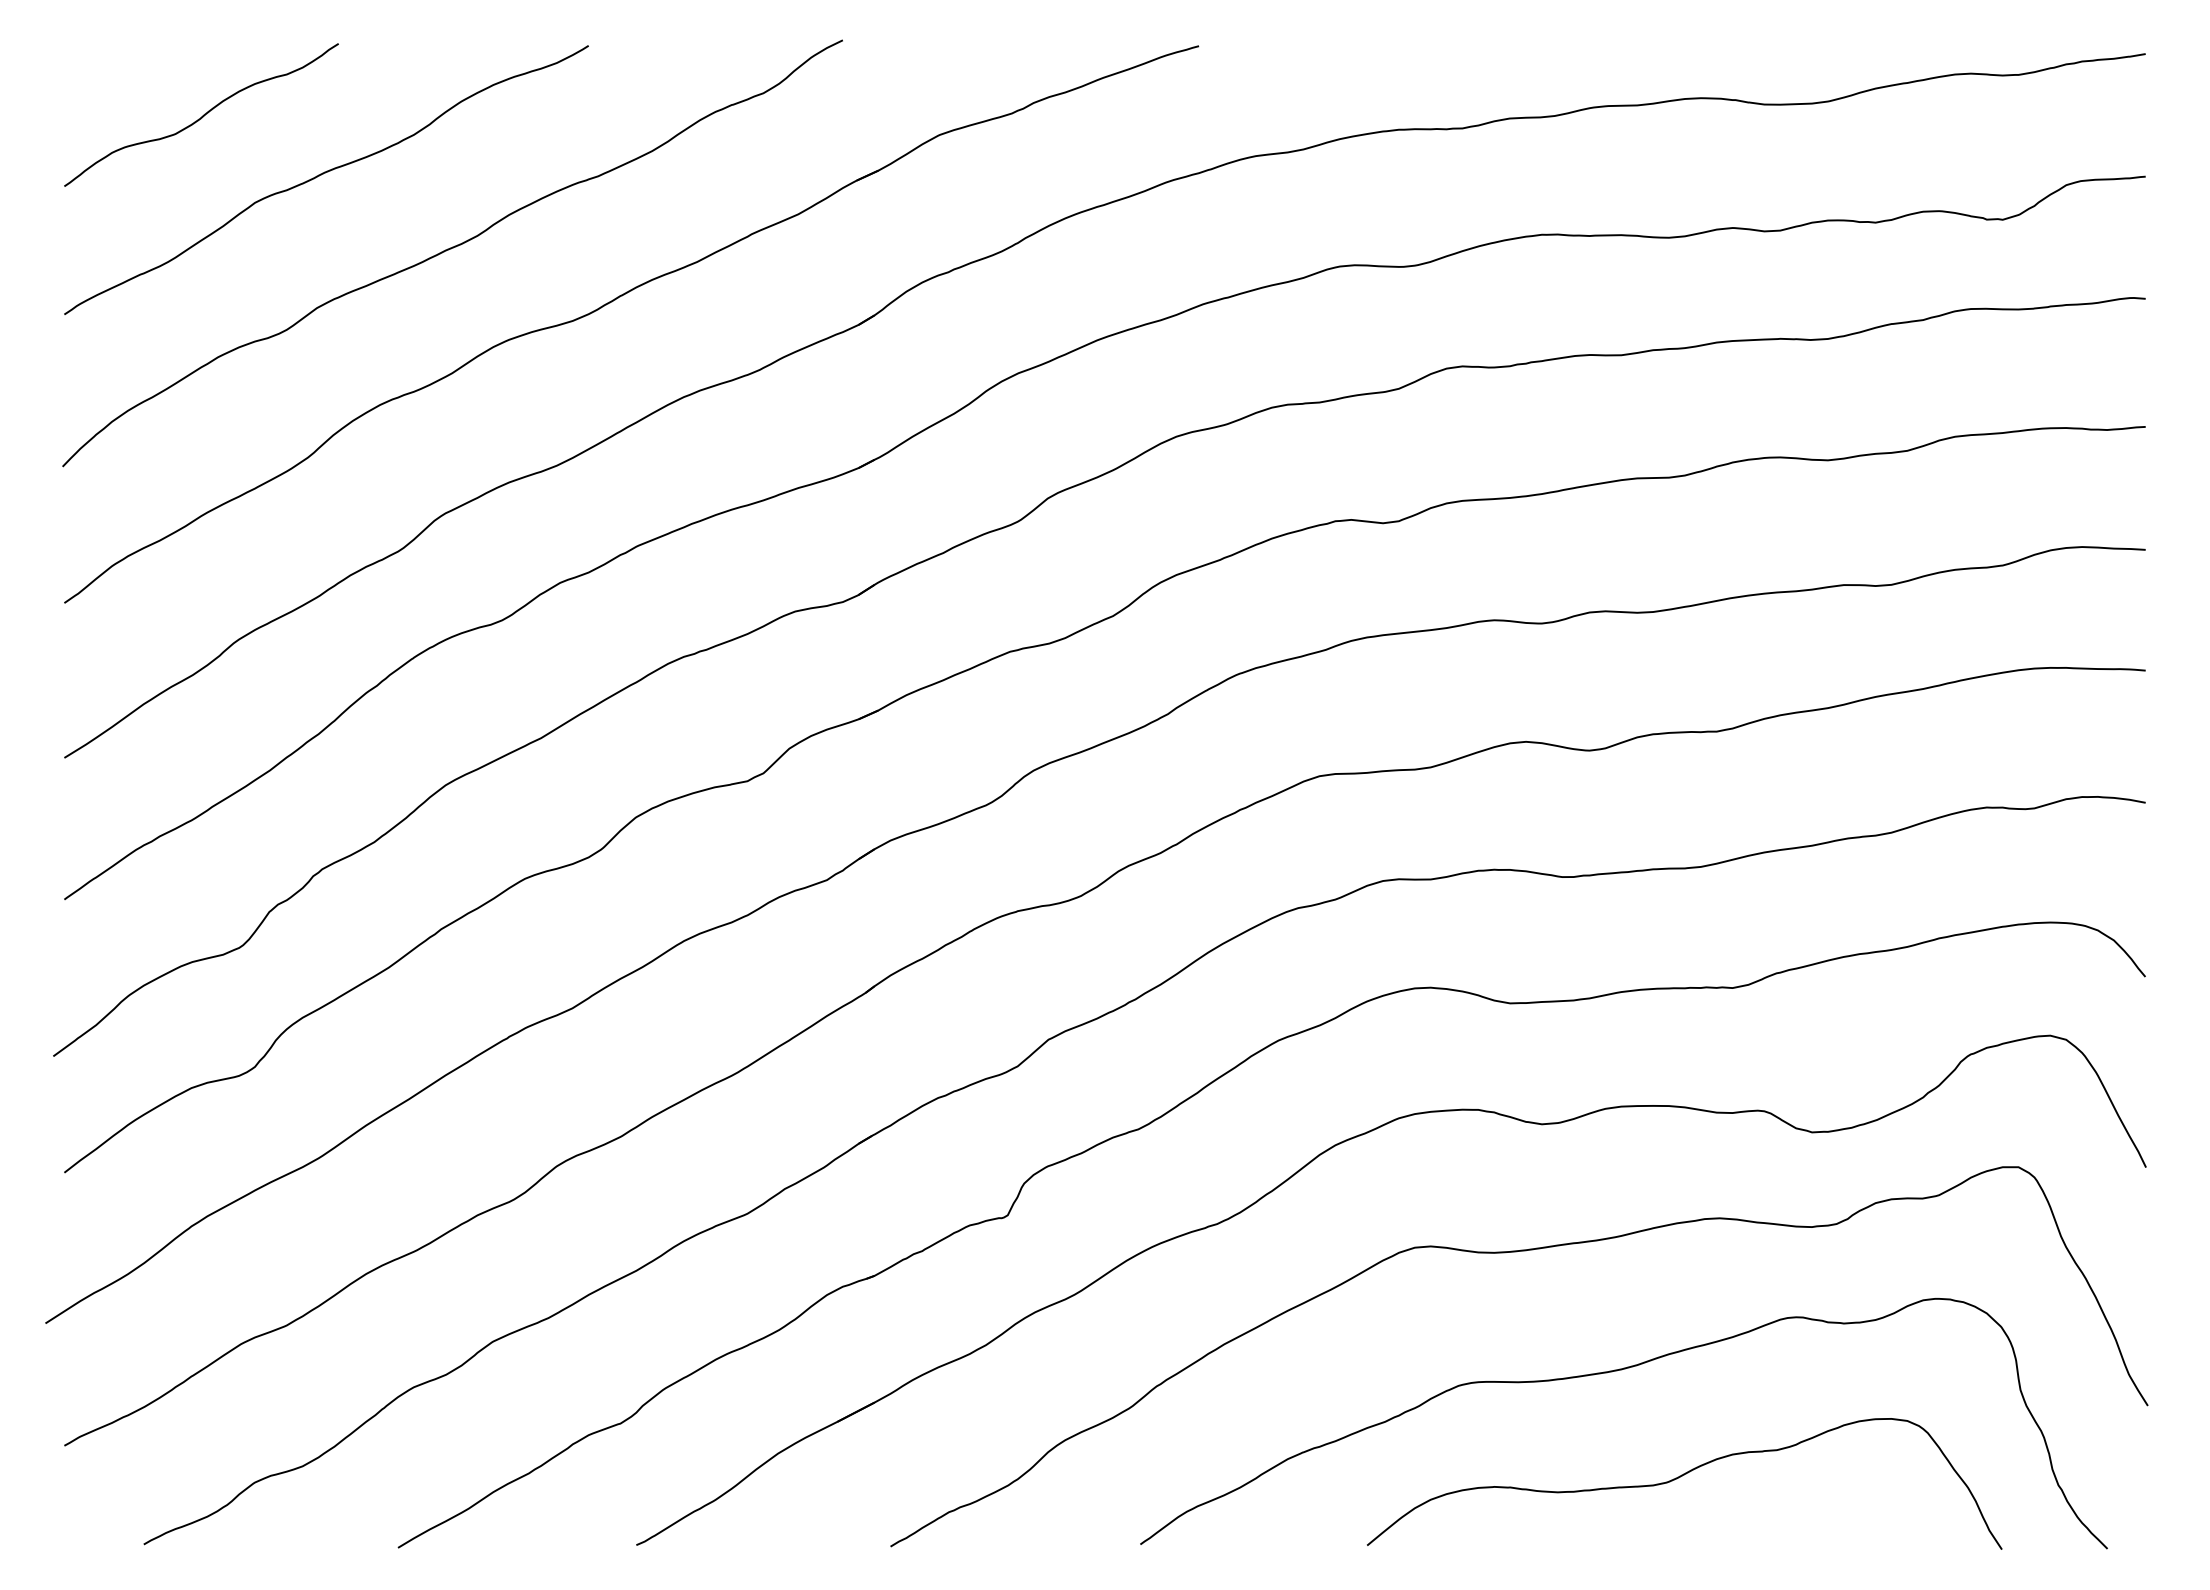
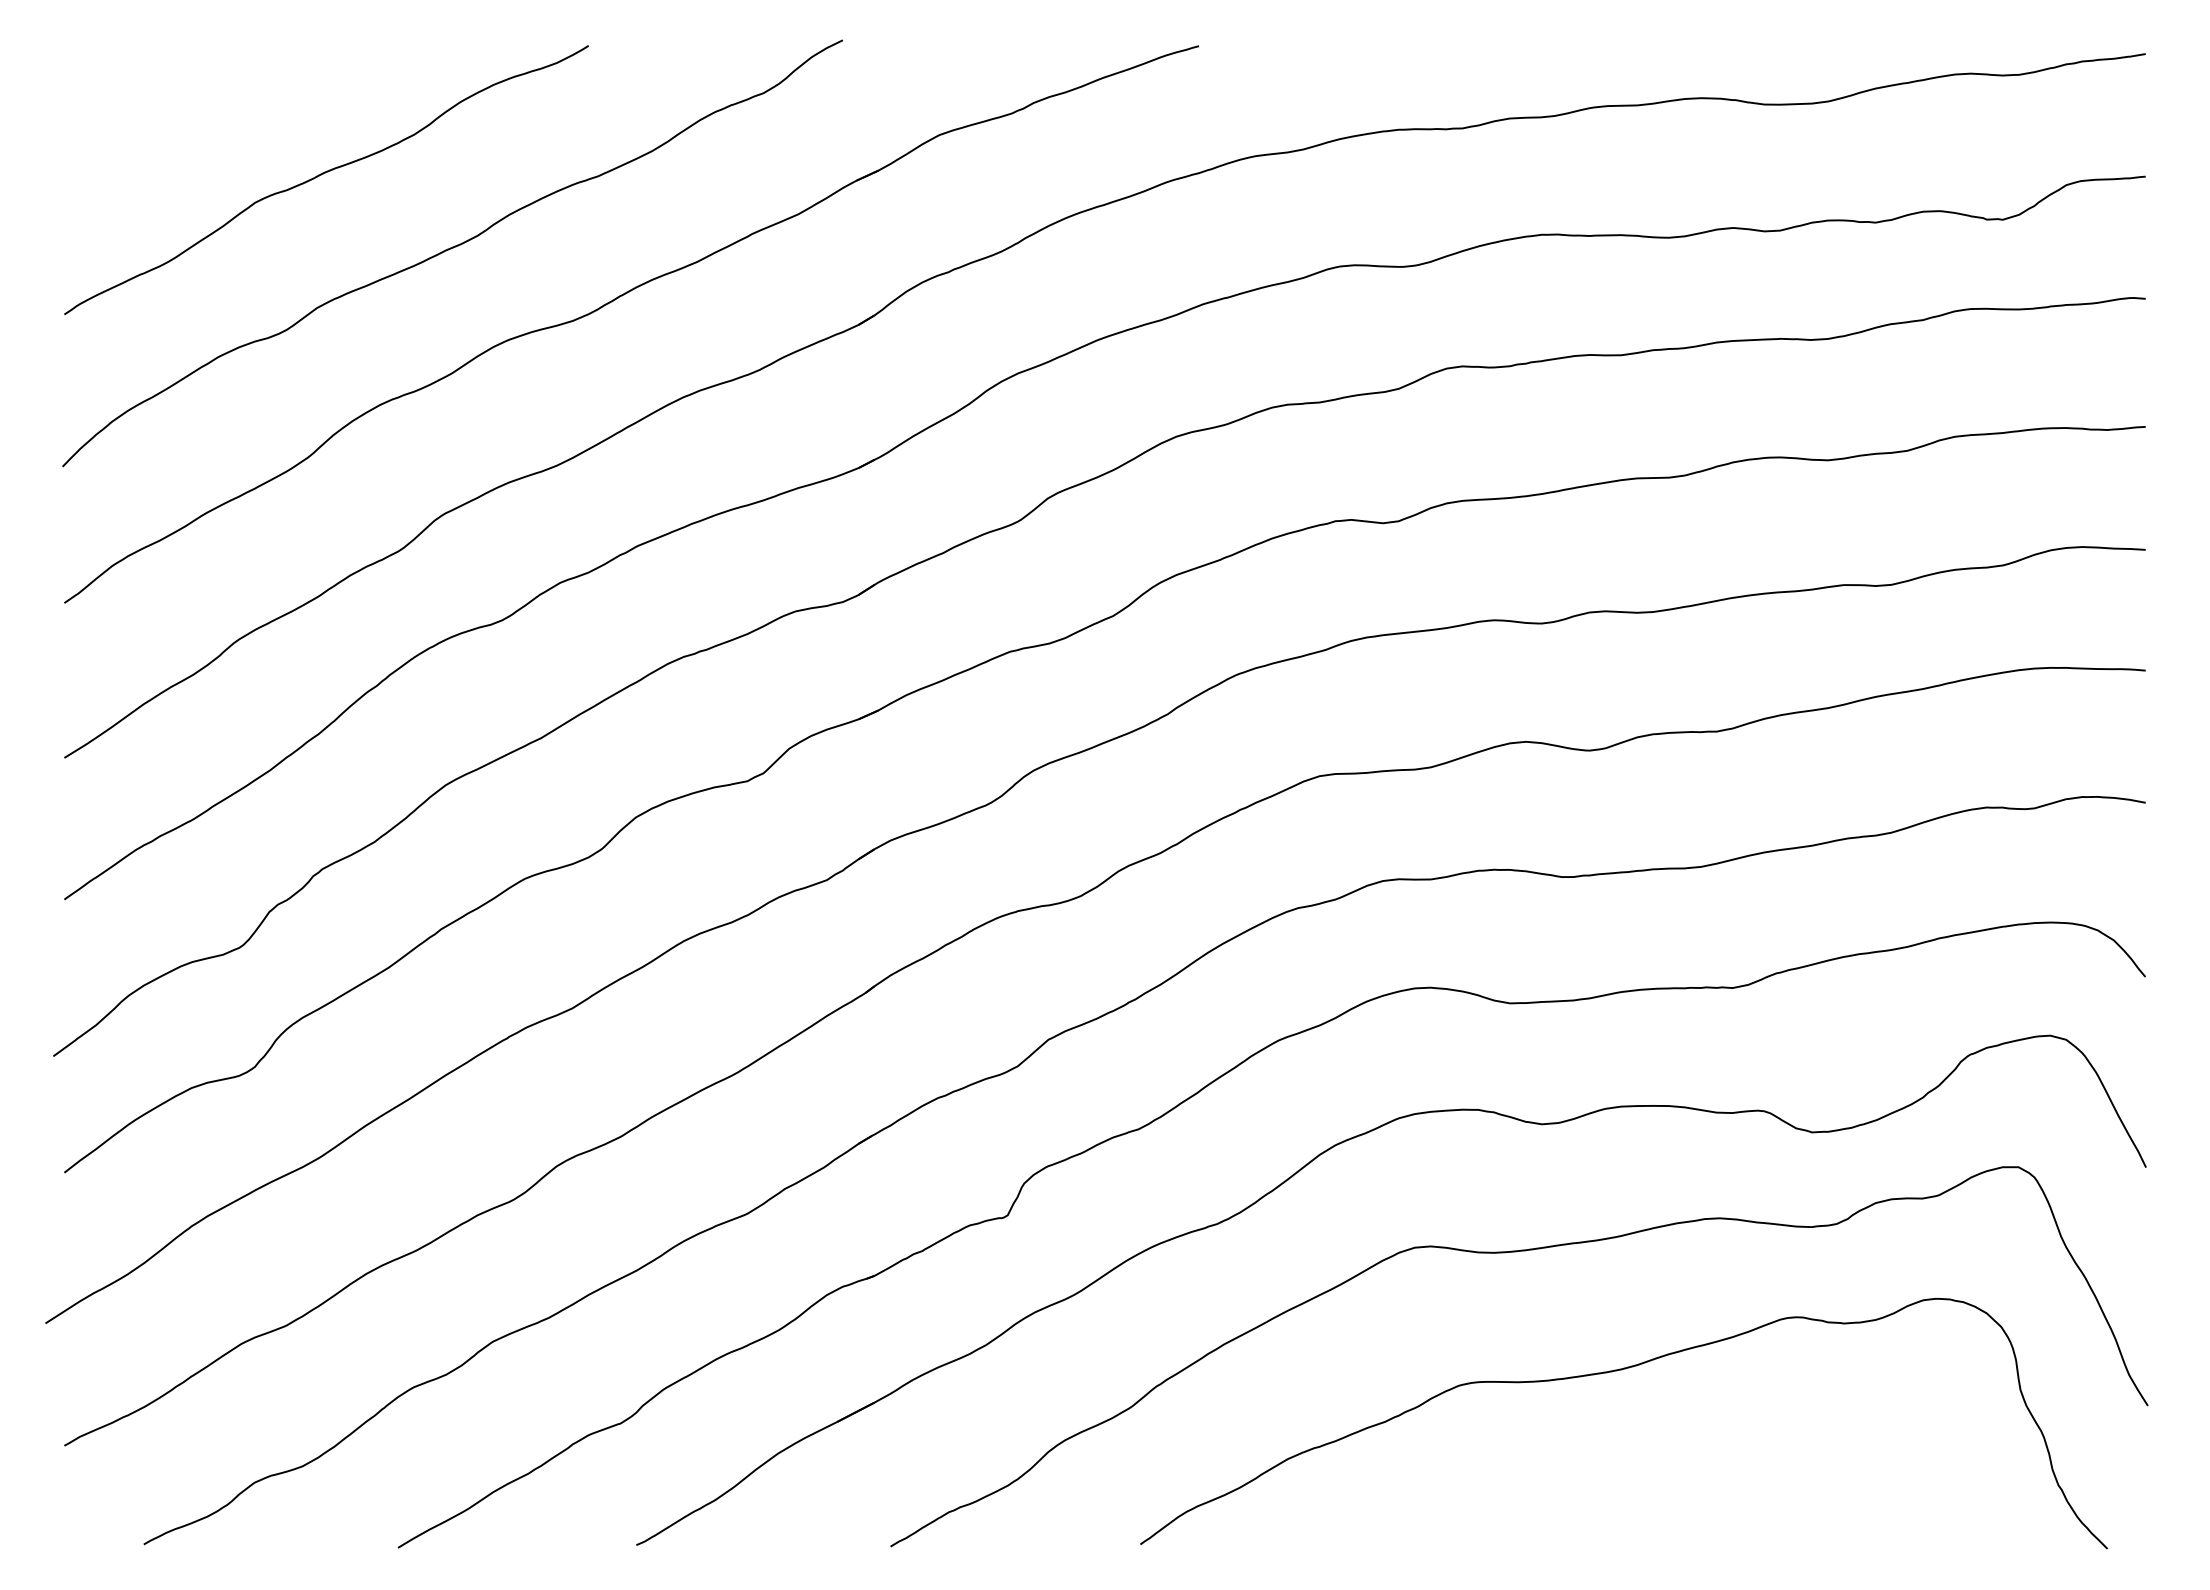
curve at (202, 115): present -> none
curve at (1680, 1477): present -> none
